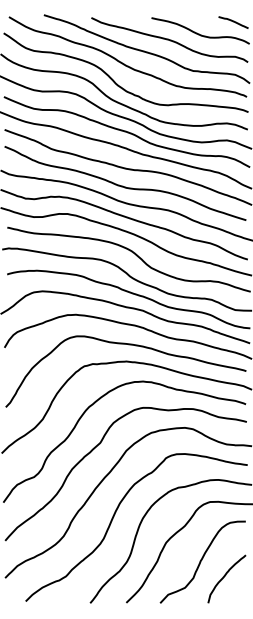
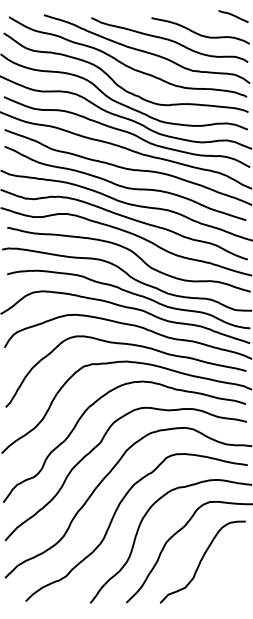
curve at (233, 22) position: (233, 22) -> (233, 16)
curve at (225, 576): present -> none
